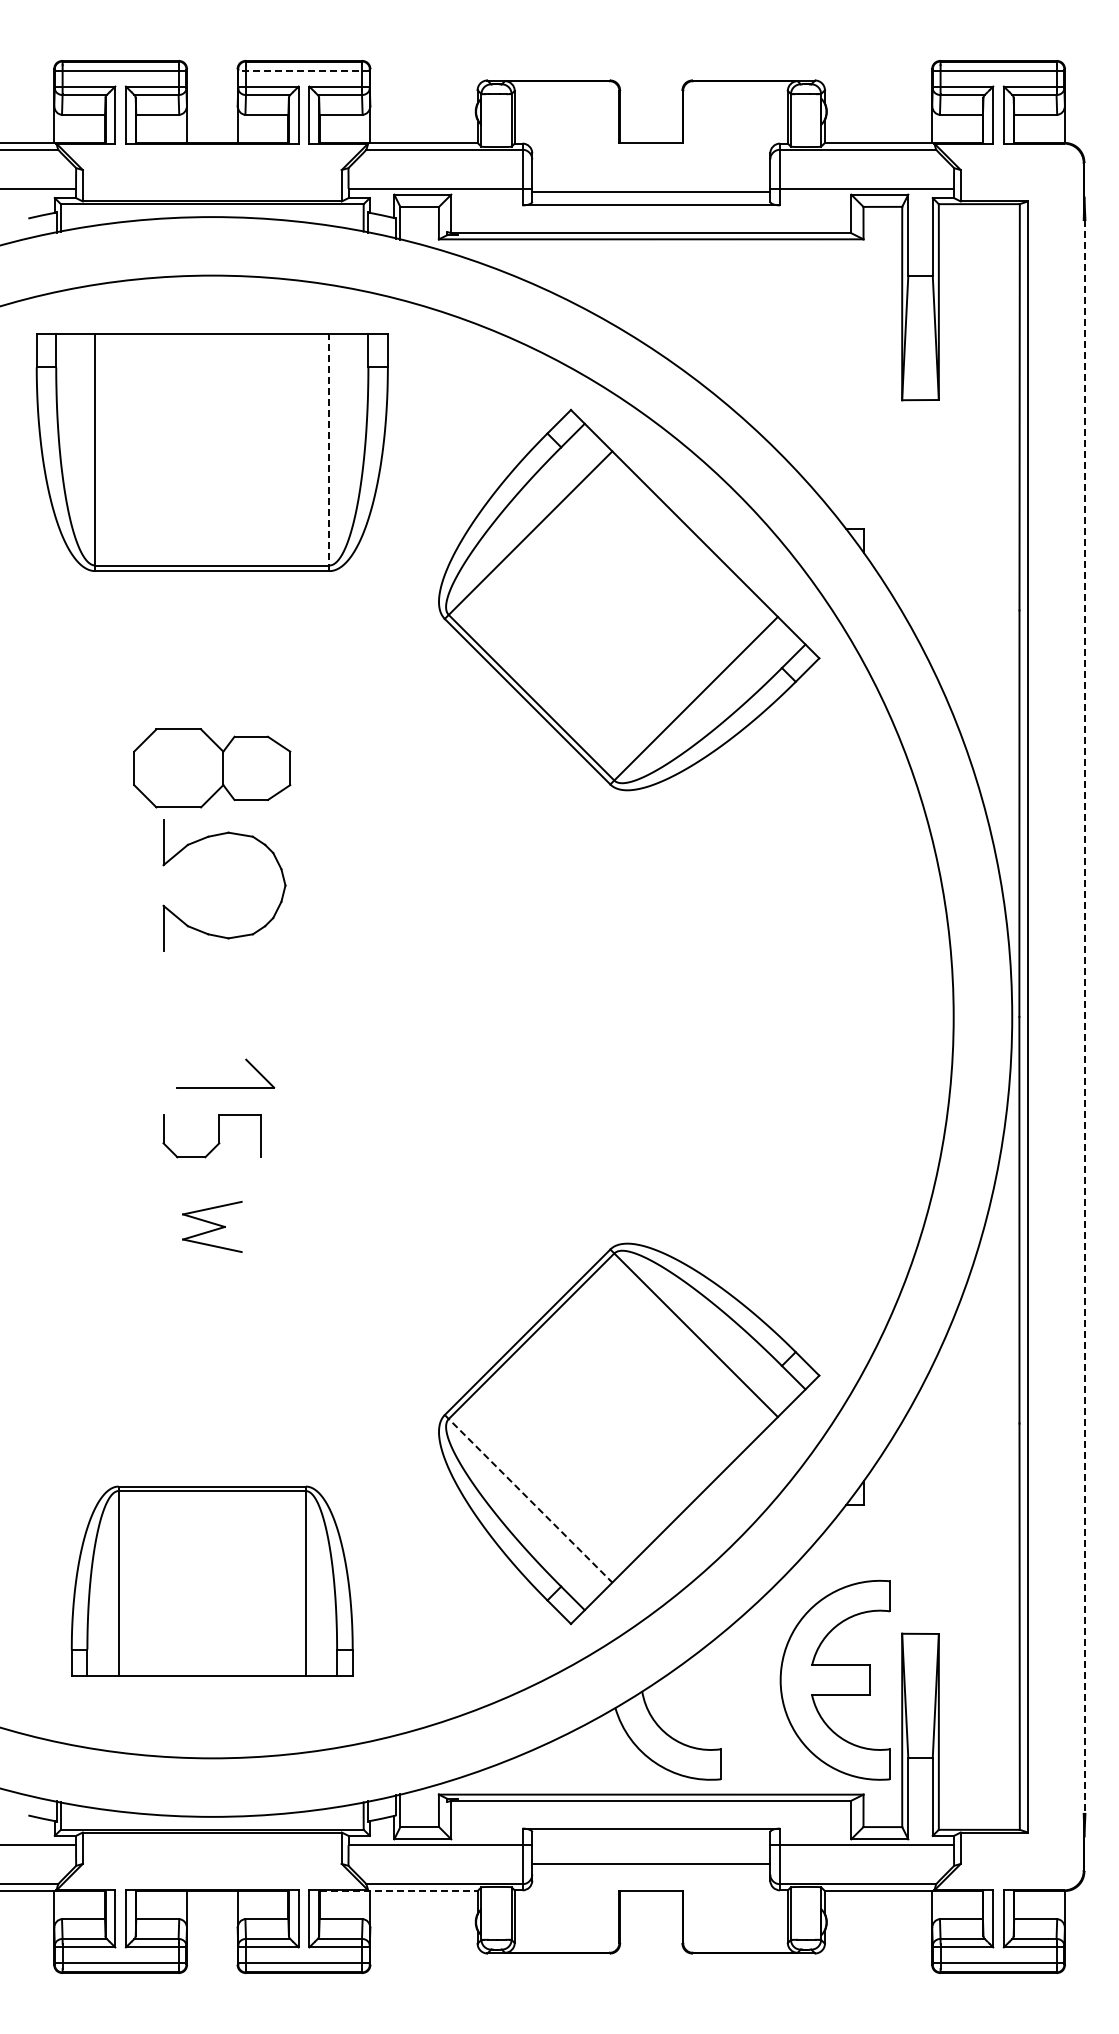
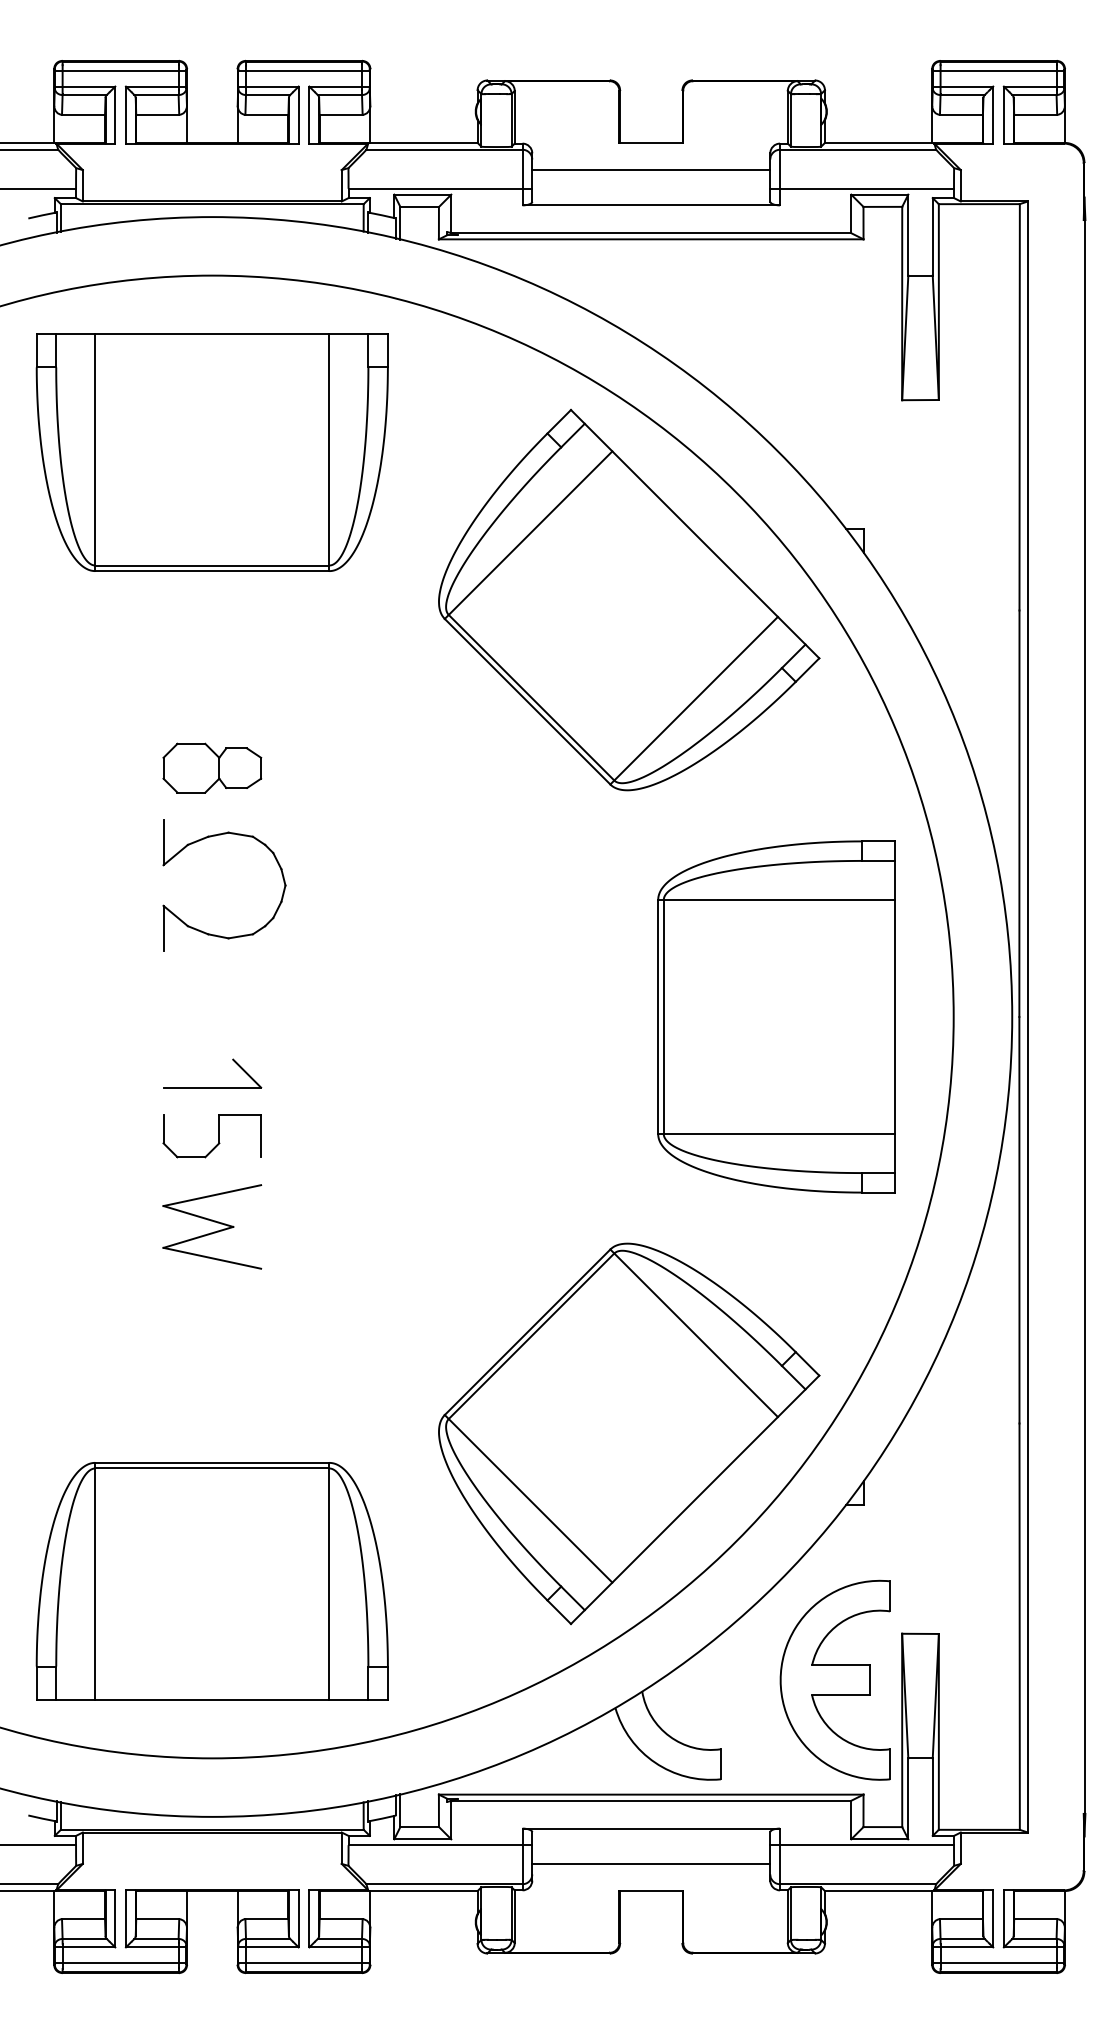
line at (304, 71): dashed -> solid
line at (651, 192) position: (651, 192) -> (651, 170)
line at (329, 452): dashed -> solid
part at (212, 768) size: 159x81 px -> 101x52 px
part at (776, 1016): none -> present
line at (1085, 1017): dashed -> solid
part at (225, 1087) position: (225, 1087) -> (212, 1087)
part at (212, 1226) size: 61x52 px -> 101x86 px
line at (528, 1498): dashed -> solid
part at (211, 1580) size: 284x192 px -> 354x239 px
line at (399, 1891): dashed -> solid
